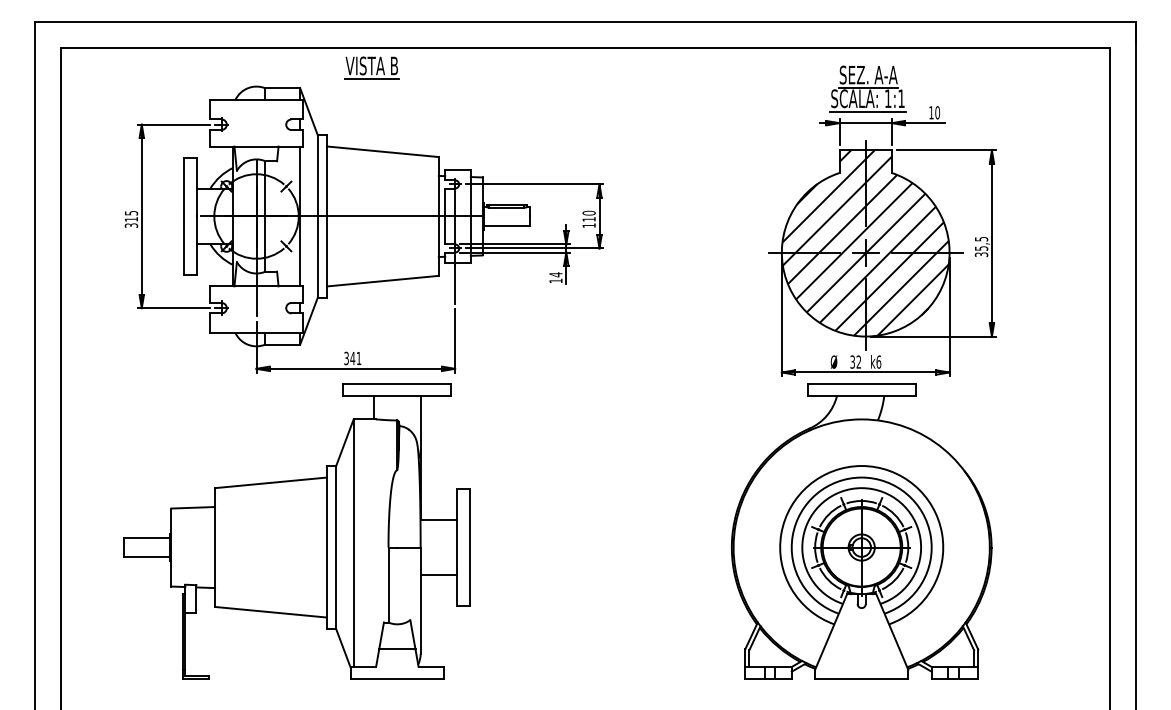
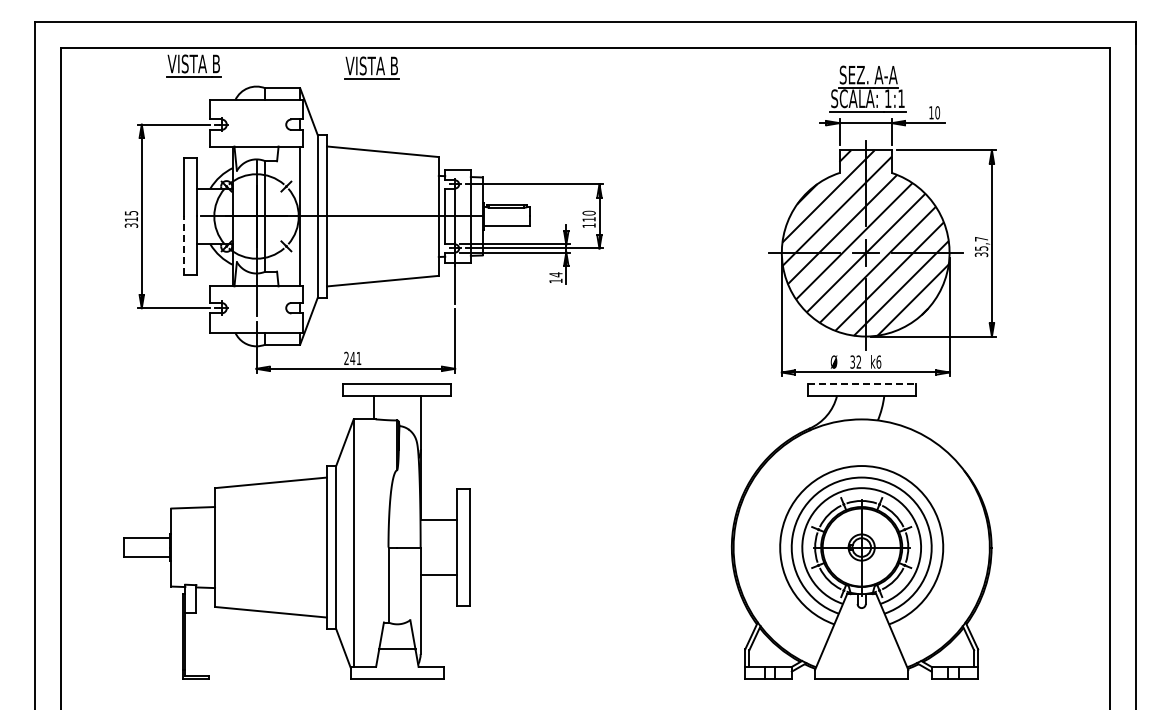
part at (193, 65): none -> present
text at (981, 239): 35,5 -> 35,7
line at (183, 245): solid -> dashed
text at (346, 359): 341 -> 241
line at (861, 384): solid -> dashed
